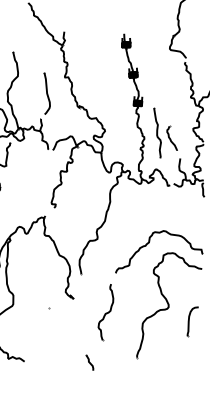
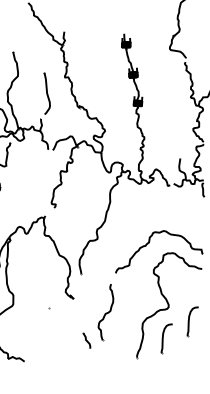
part at (165, 132): present -> none
part at (166, 338): none -> present
line at (89, 362) position: (89, 362) -> (86, 340)
